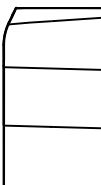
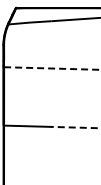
line at (53, 68): solid -> dashed
line at (75, 127): solid -> dashed
